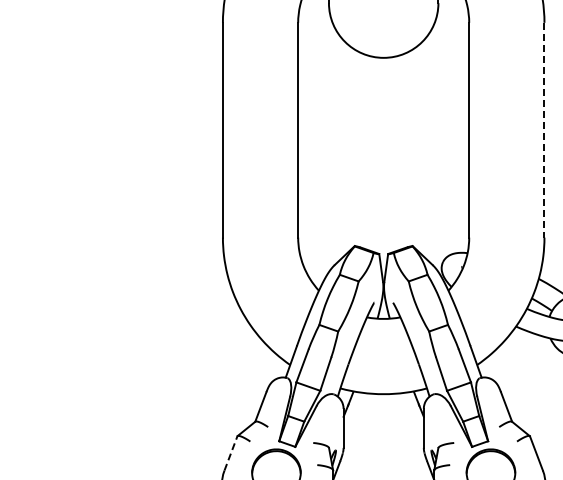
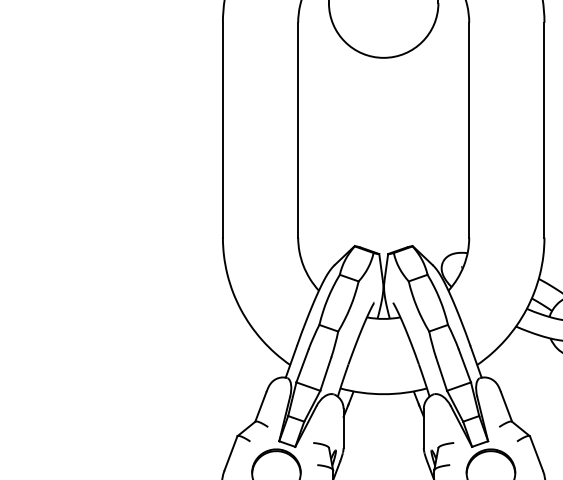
line at (544, 130): dashed -> solid
line at (231, 453): dashed -> solid
